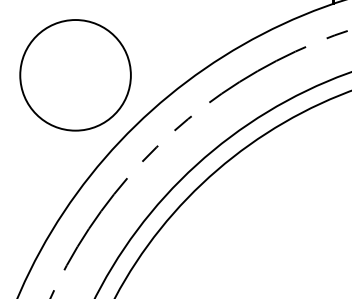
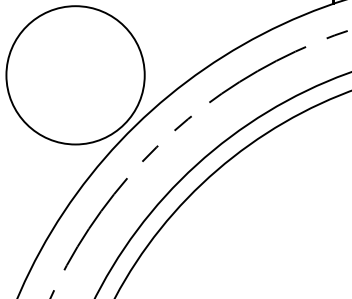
circle at (75, 75) diameter: 111 px -> 138 px
